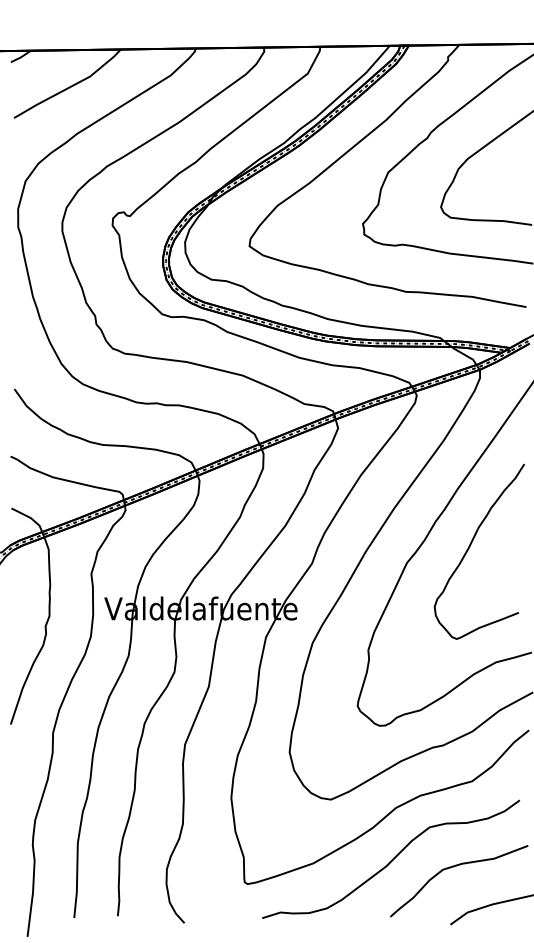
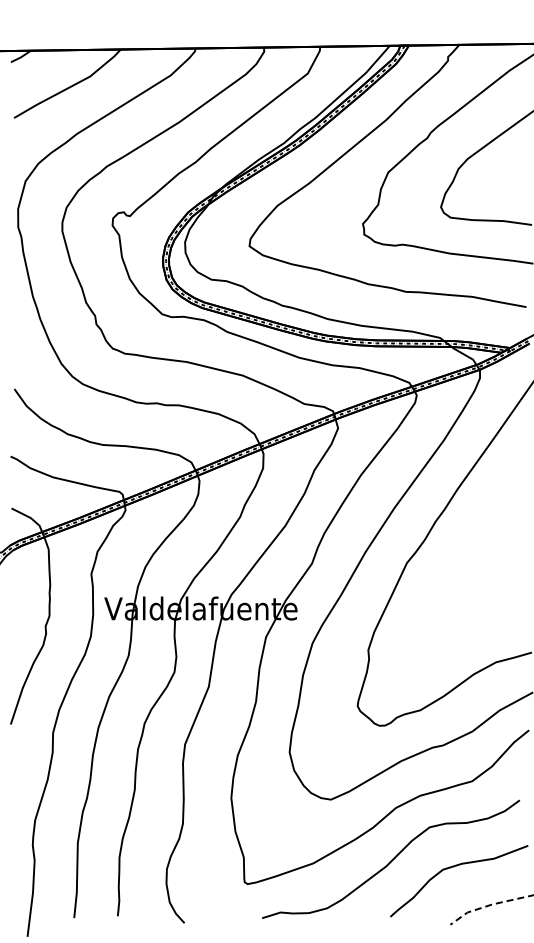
curve at (470, 547): present -> none
line at (489, 905): solid -> dashed
